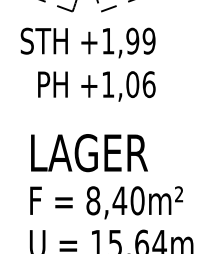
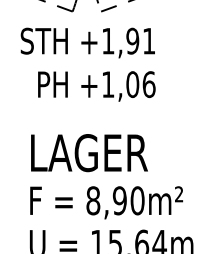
text at (148, 40): +1,99 -> +1,91
text at (119, 200): 8,40m² -> 8,90m²
